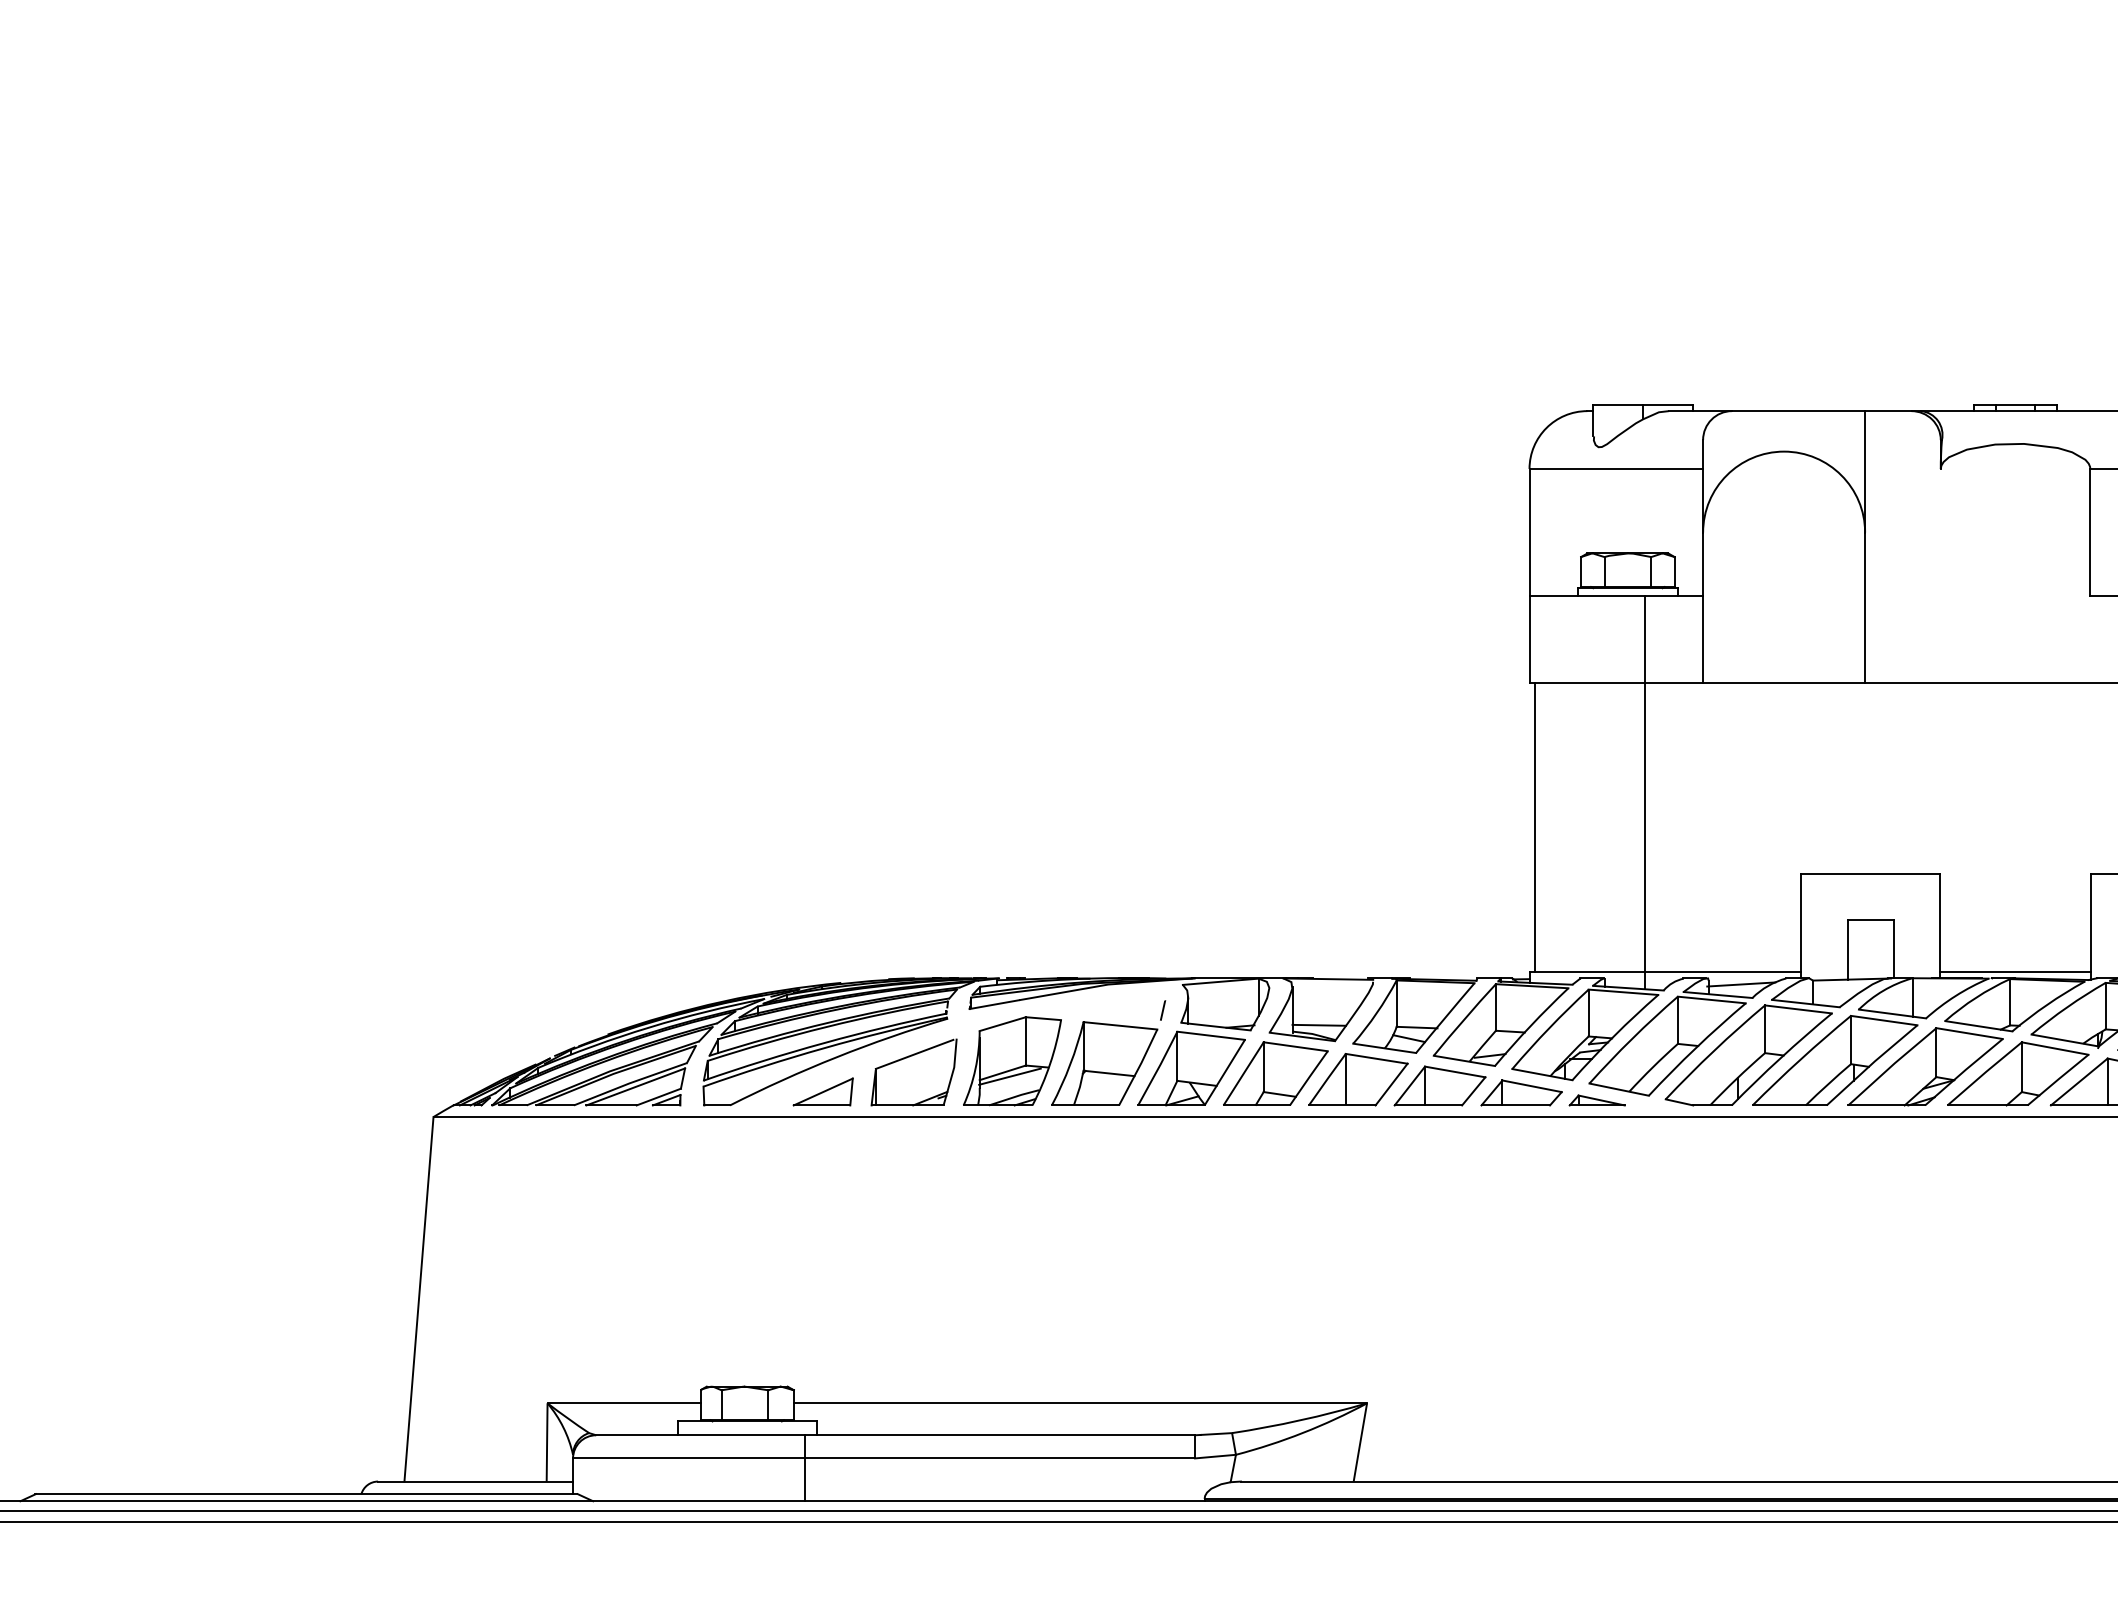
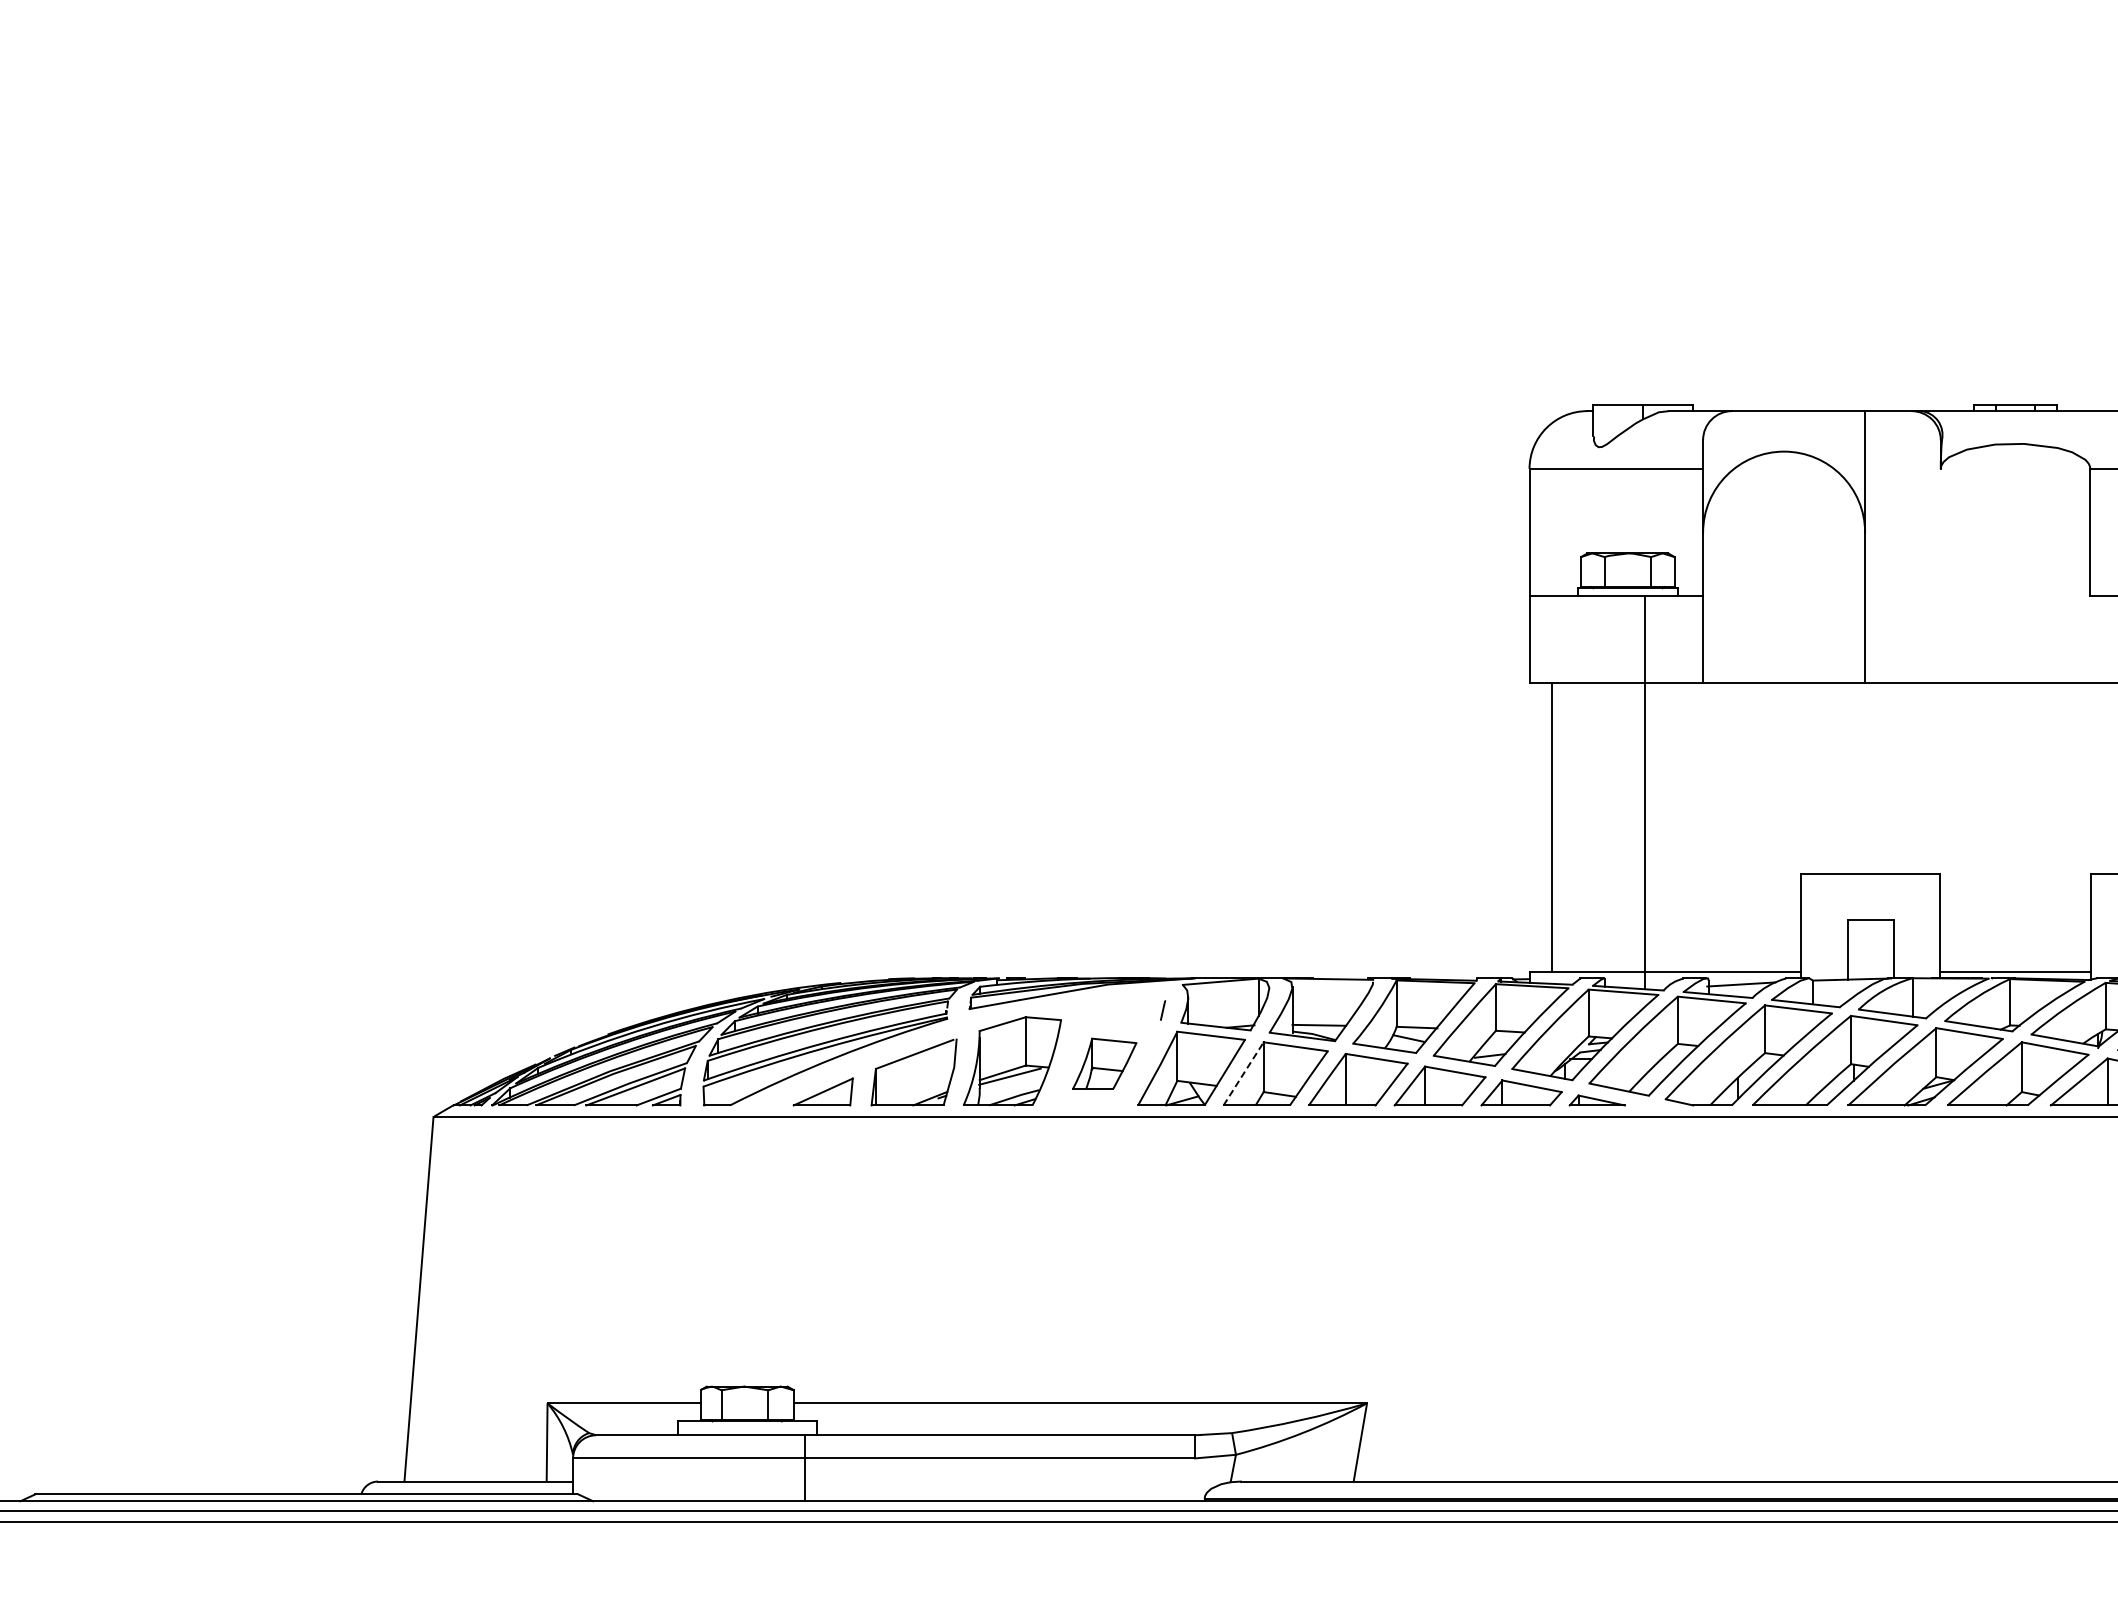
line at (1535, 827) position: (1535, 827) -> (1552, 827)
part at (1104, 1063) size: 108x85 px -> 66x53 px
line at (1244, 1072): solid -> dashed
